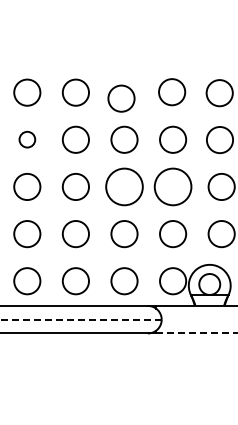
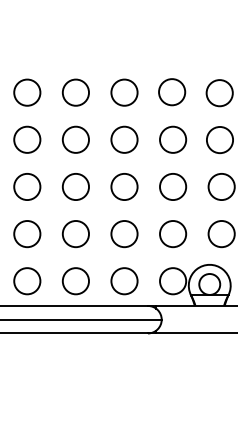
circle at (121, 98) position: (121, 98) -> (124, 92)
circle at (27, 139) size: 19x18 px -> 29x29 px
circle at (124, 186) diameter: 37 px -> 26 px
circle at (172, 186) diameter: 37 px -> 26 px
line at (80, 319): dashed -> solid
line at (197, 333): dashed -> solid
